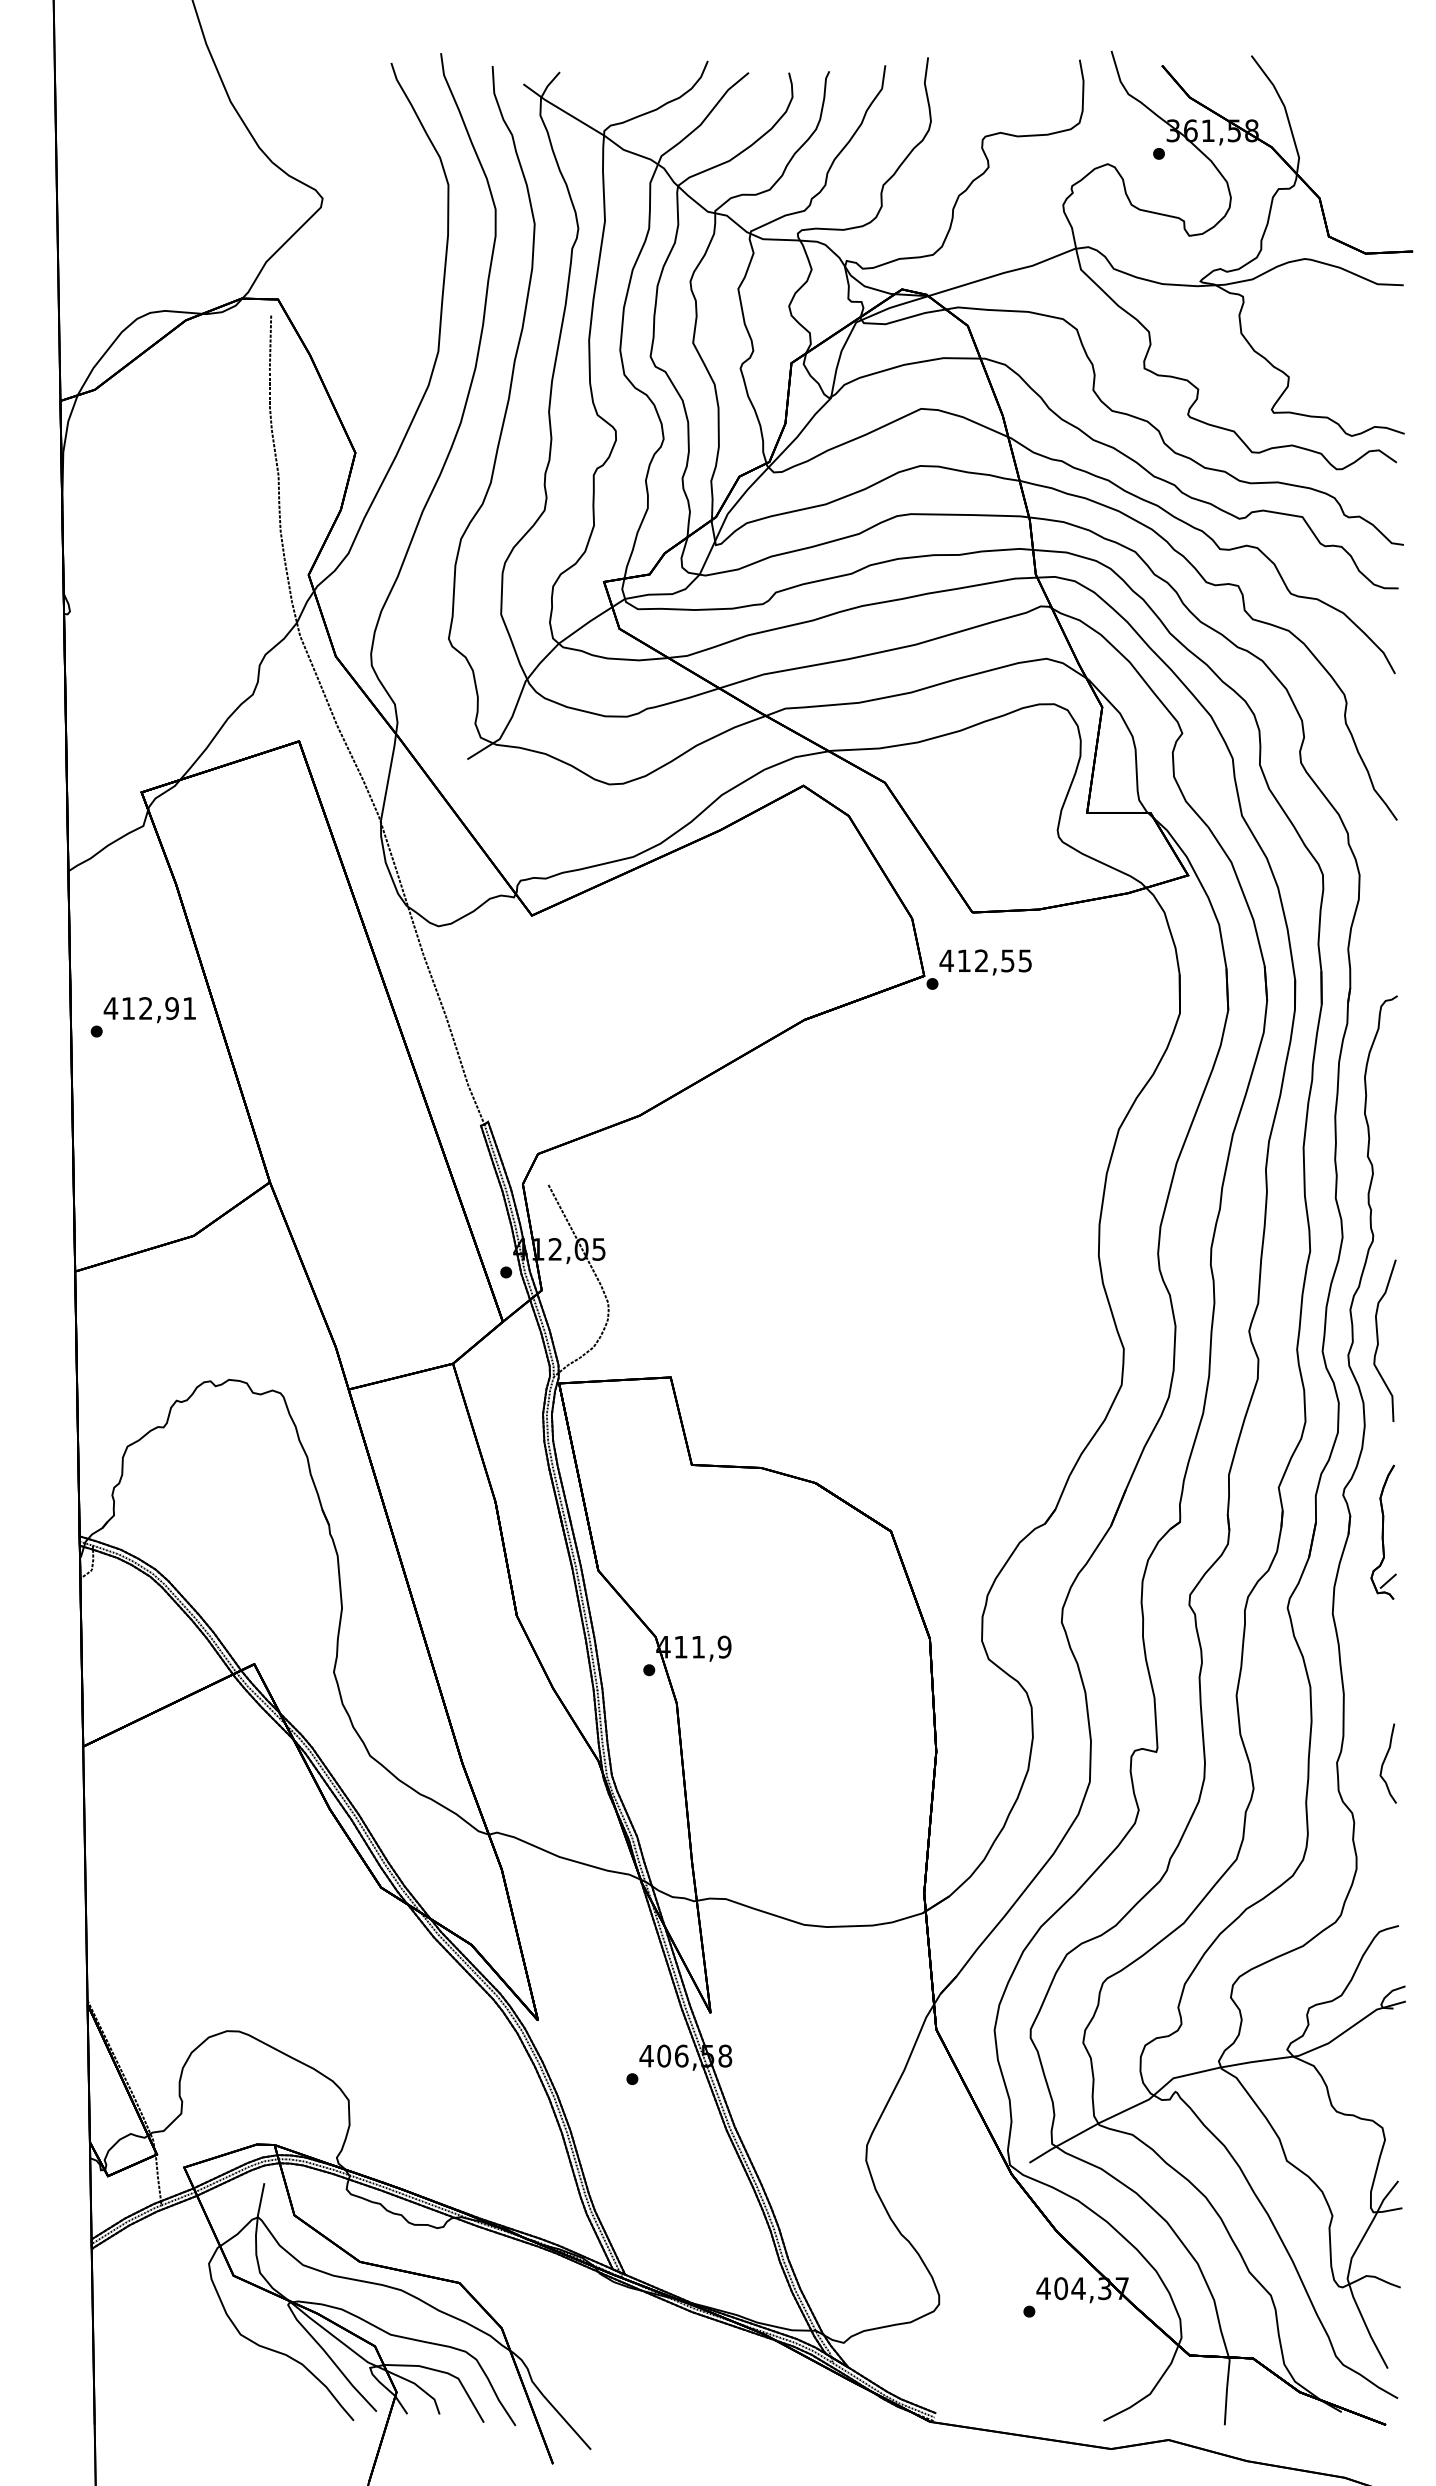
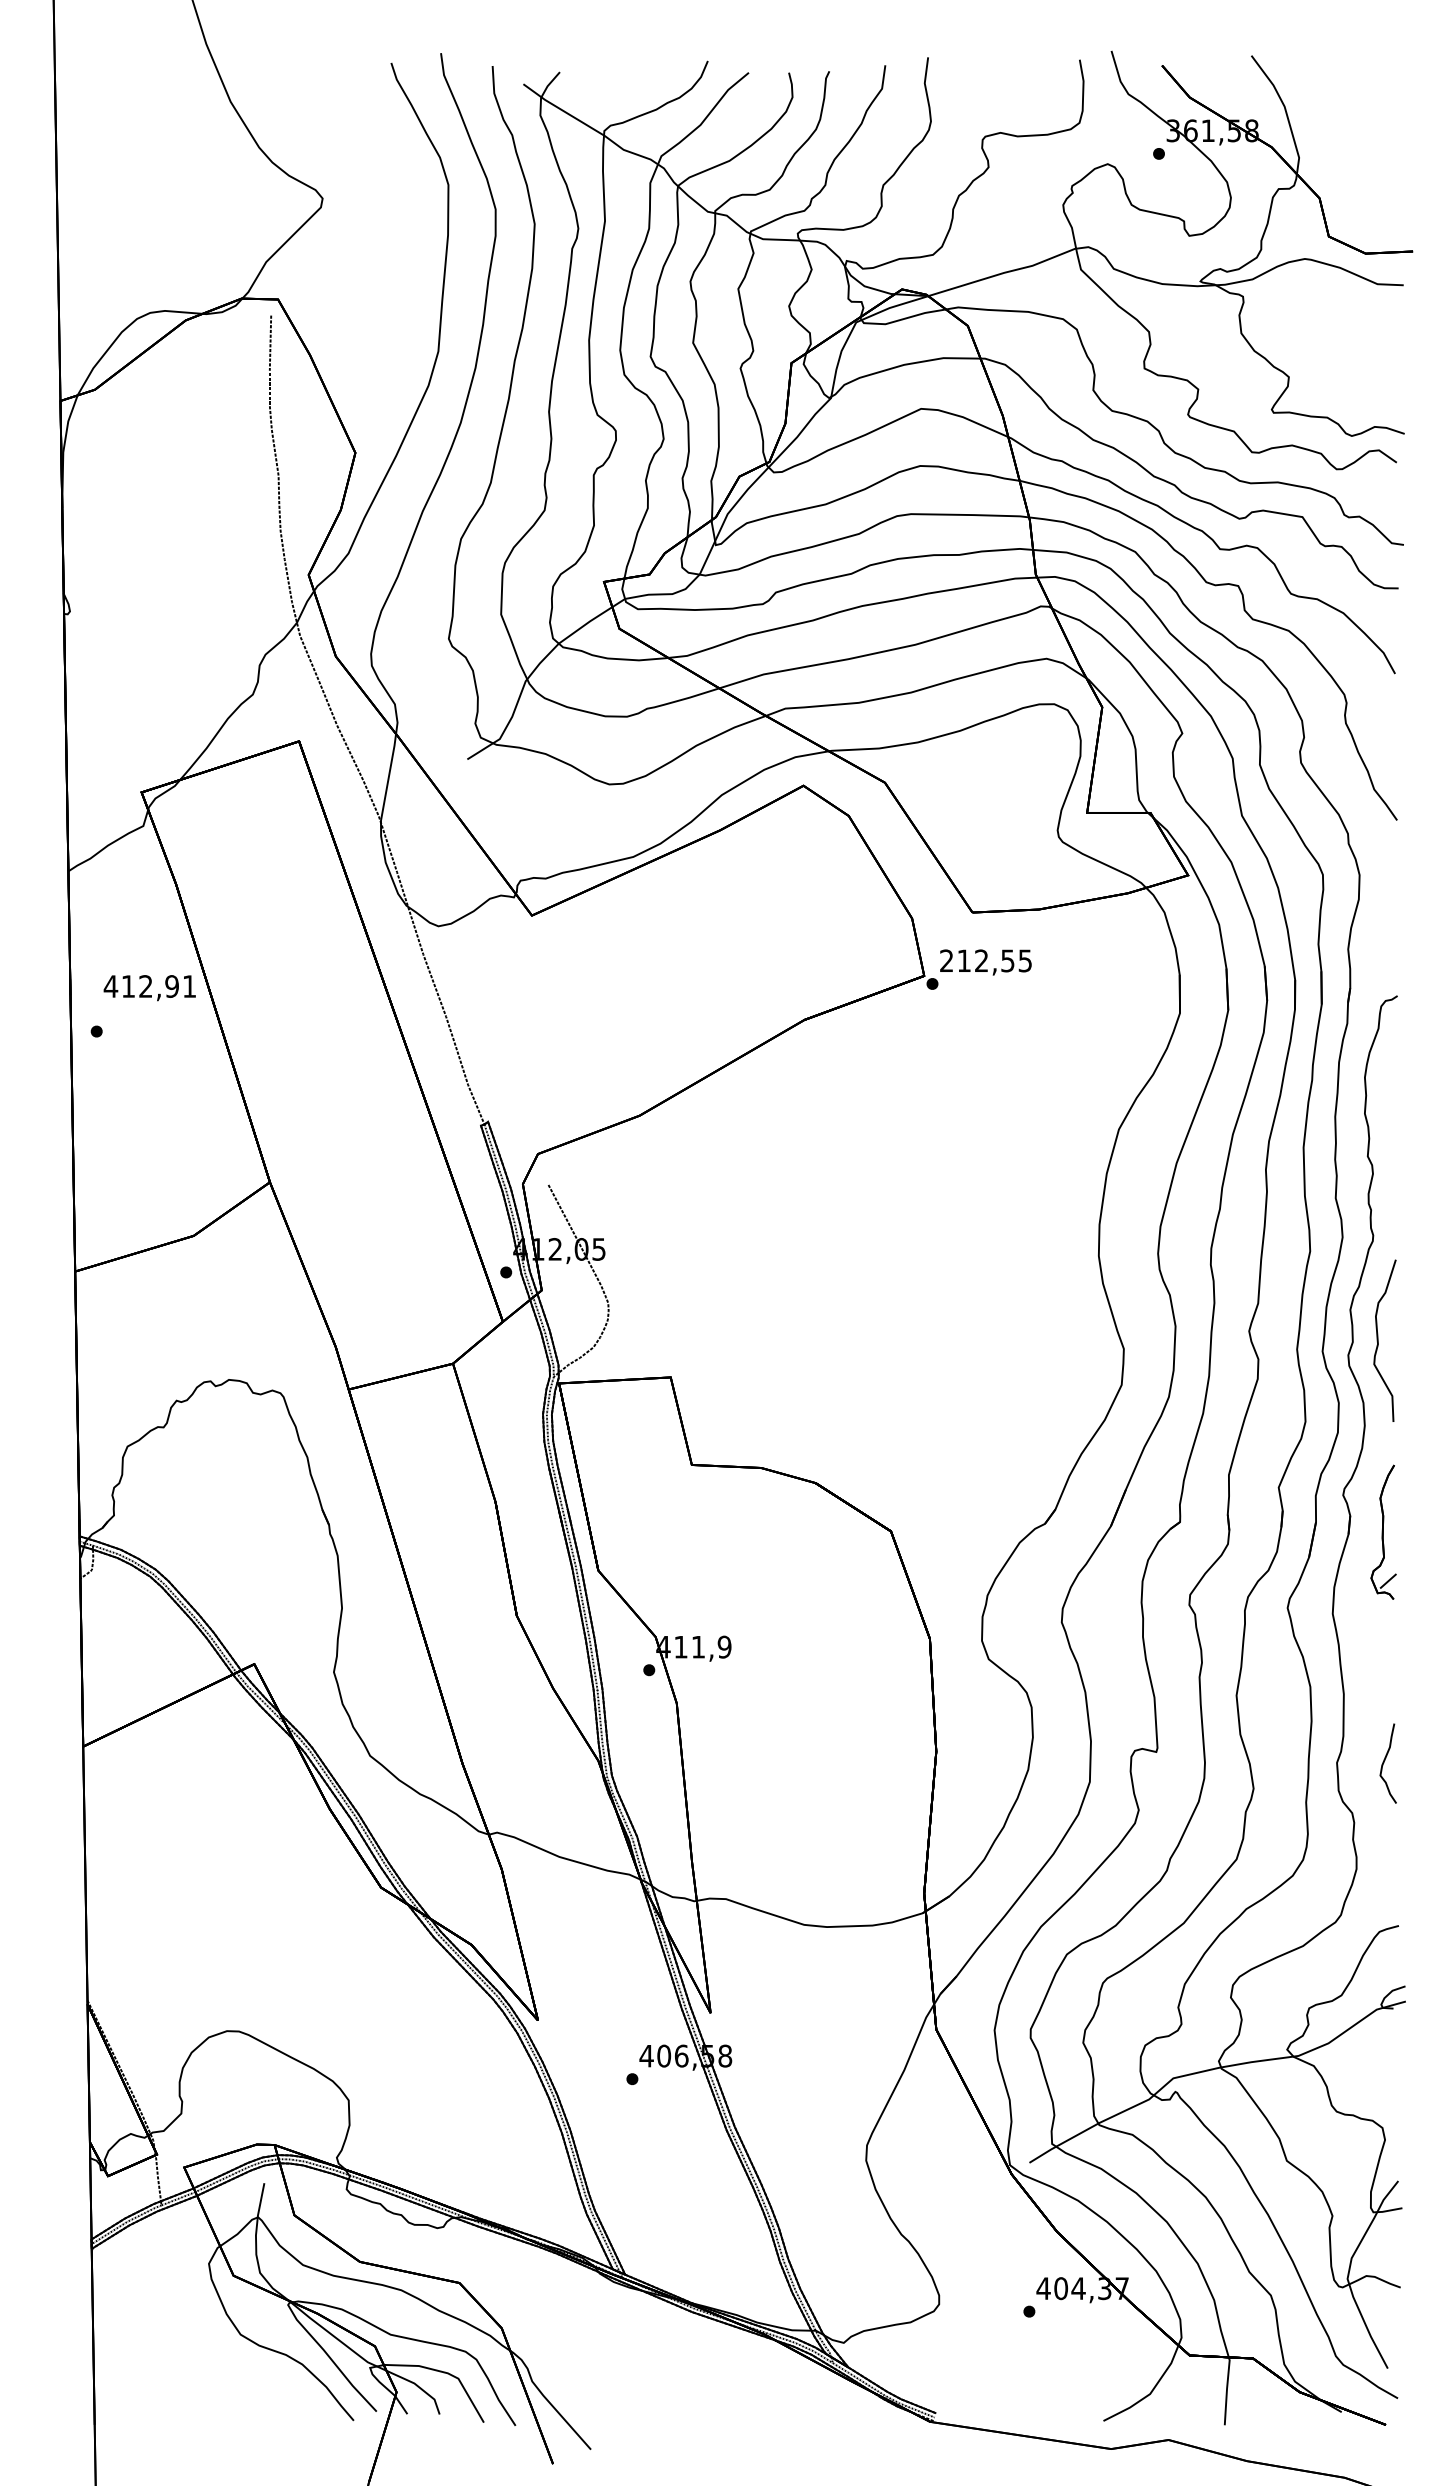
text at (946, 960): 412,55 -> 212,55
text at (149, 1010) position: (149, 1010) -> (149, 988)
